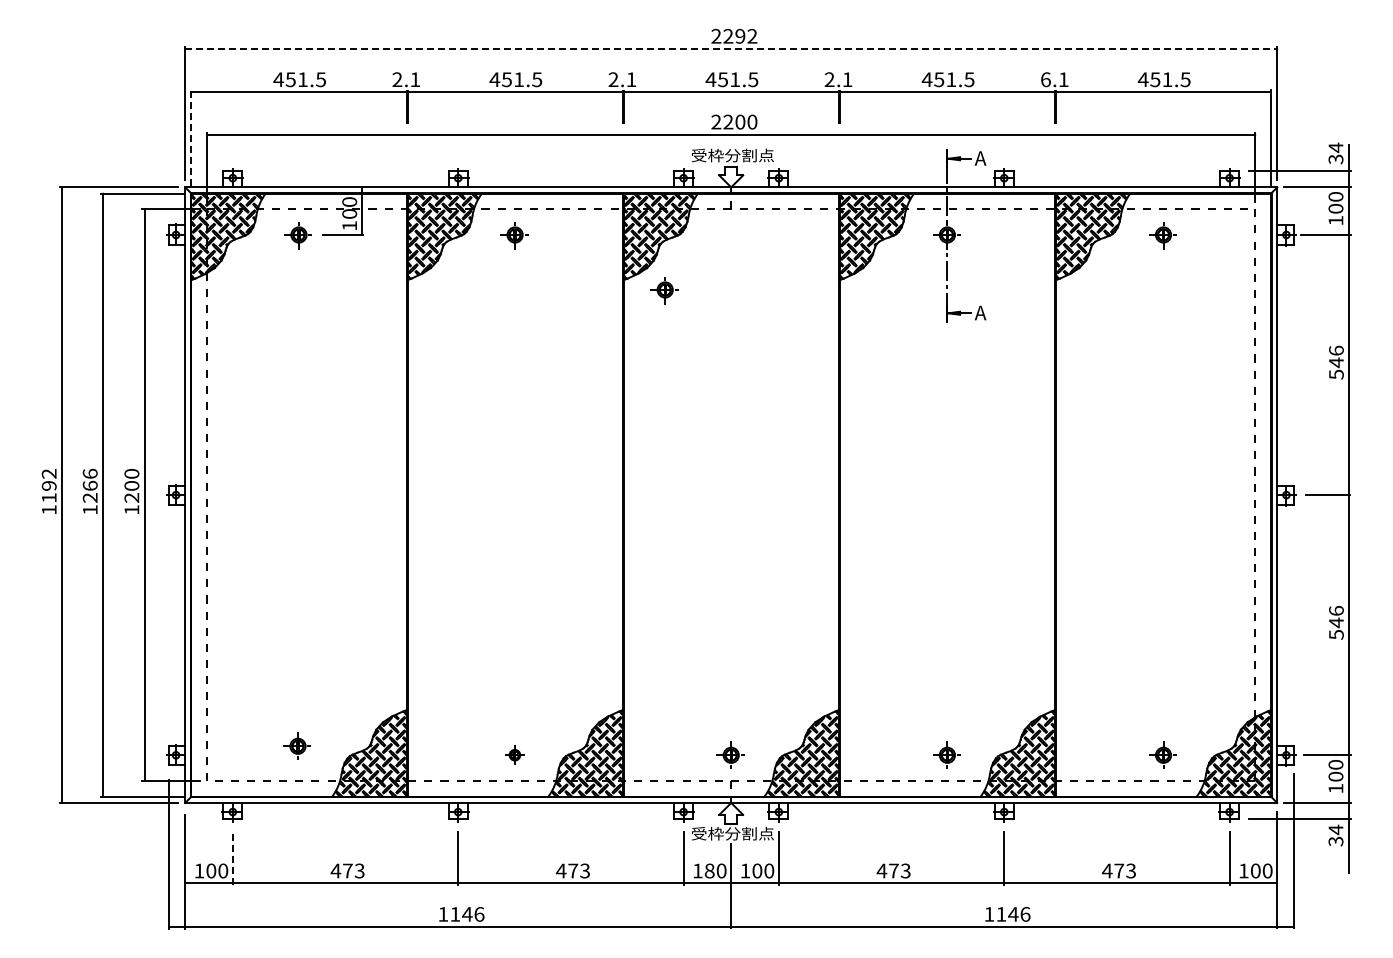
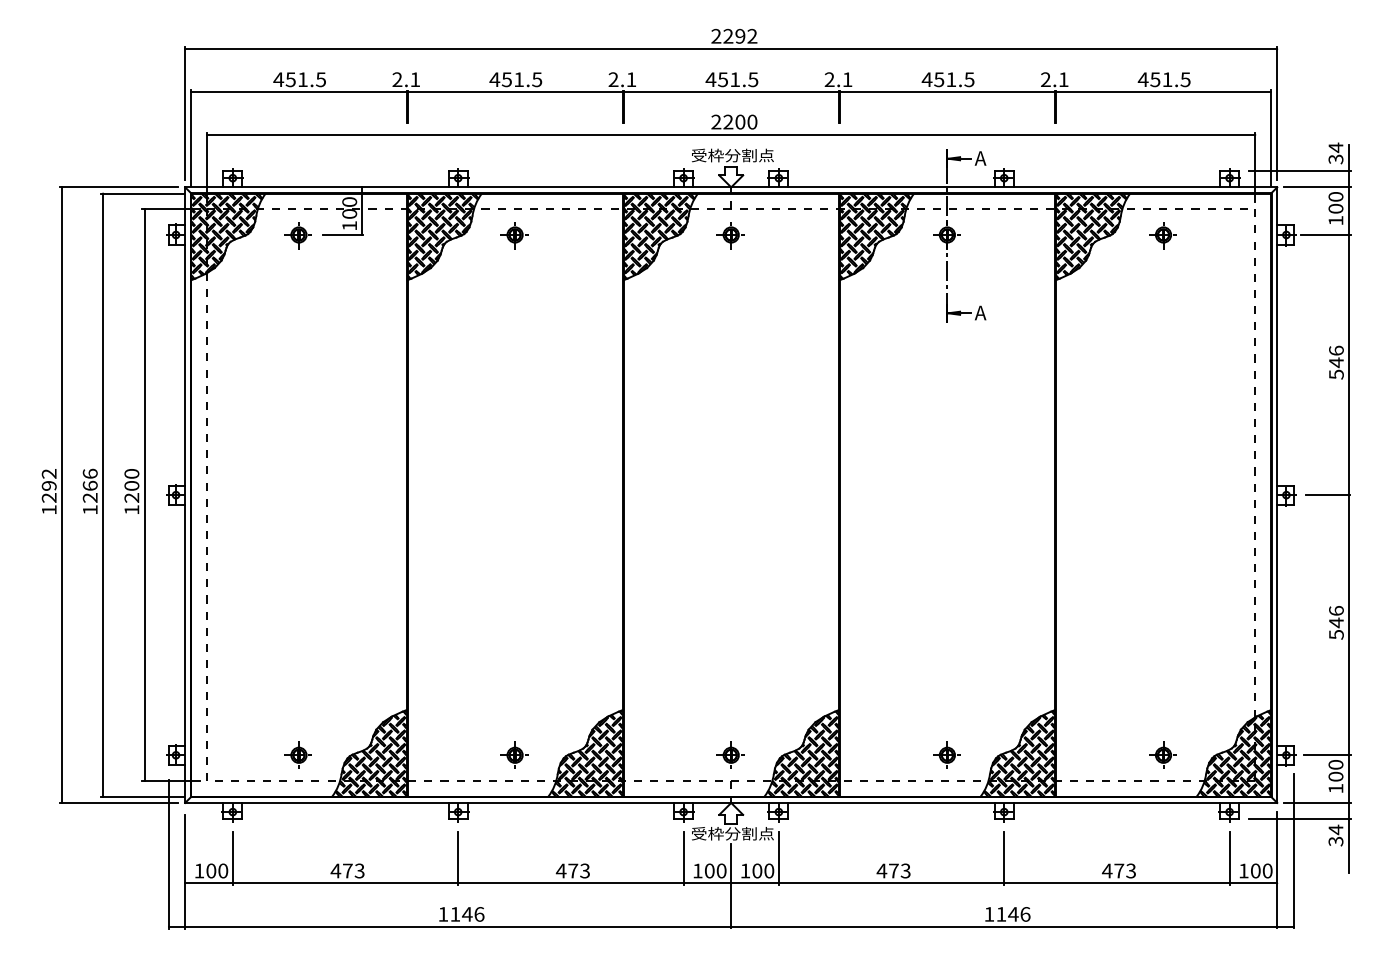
line at (731, 49): dashed -> solid
text at (1045, 79): 6.1 -> 2.1
line at (191, 137): dashed -> solid
part at (664, 290) position: (664, 290) -> (730, 235)
text at (48, 497): 1192 -> 1292
part at (296, 745) position: (296, 745) -> (297, 754)
part at (514, 754) size: 20x20 px -> 29x28 px
line at (232, 857): dashed -> solid
text at (709, 871): 180 -> 100
